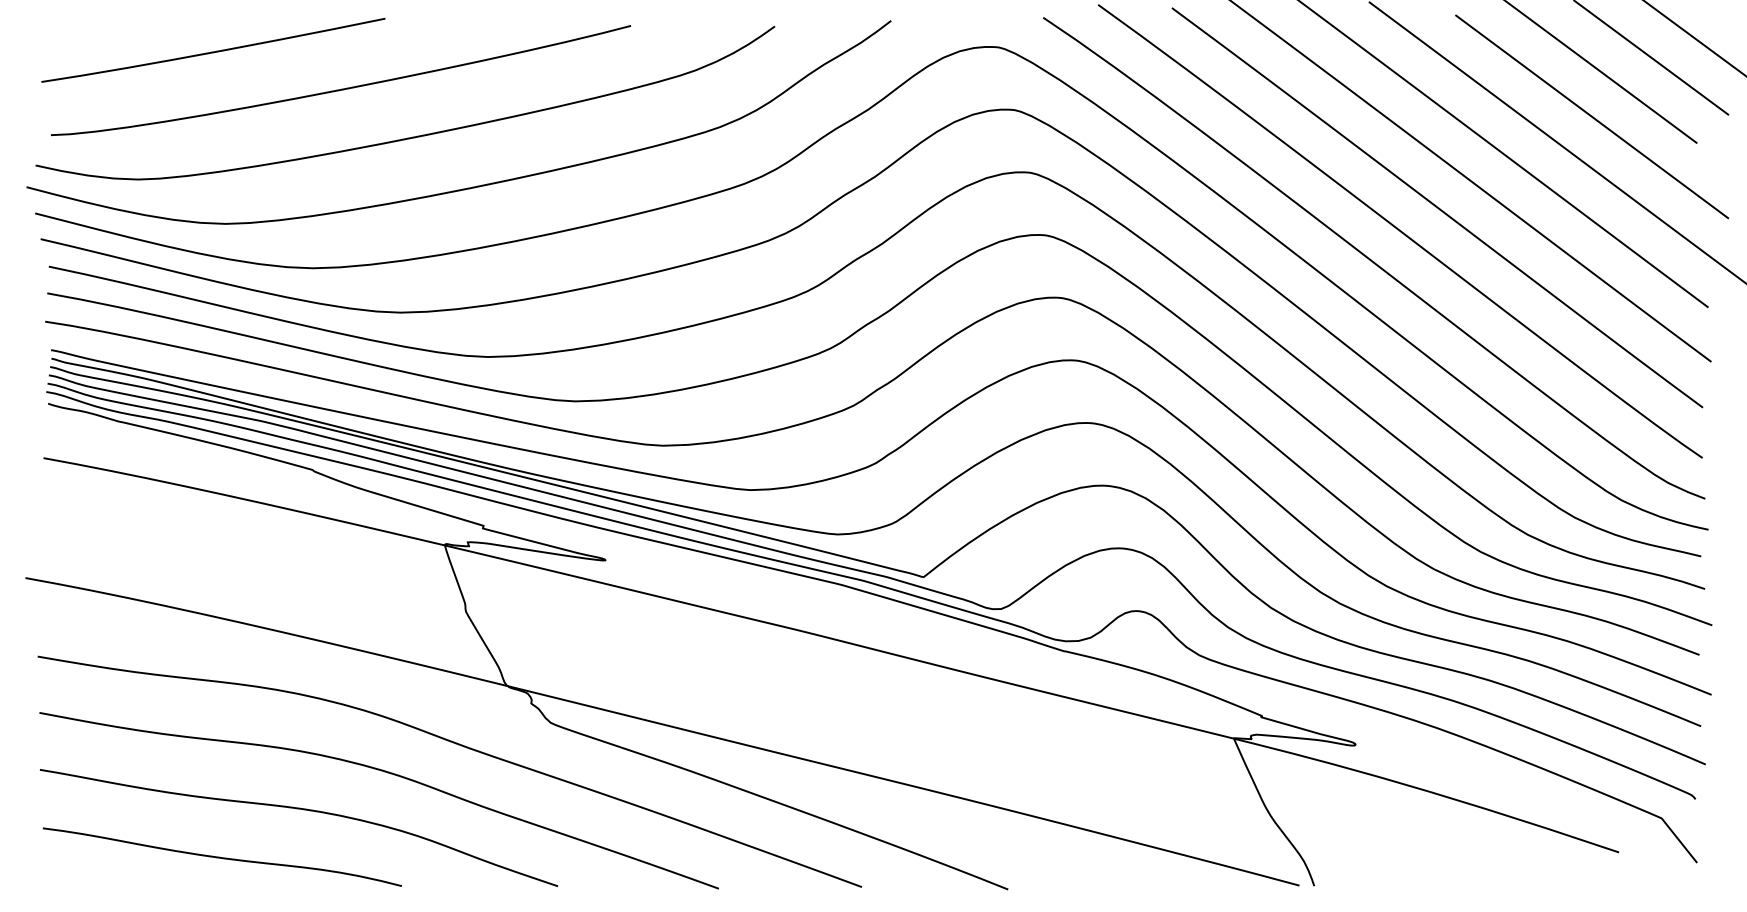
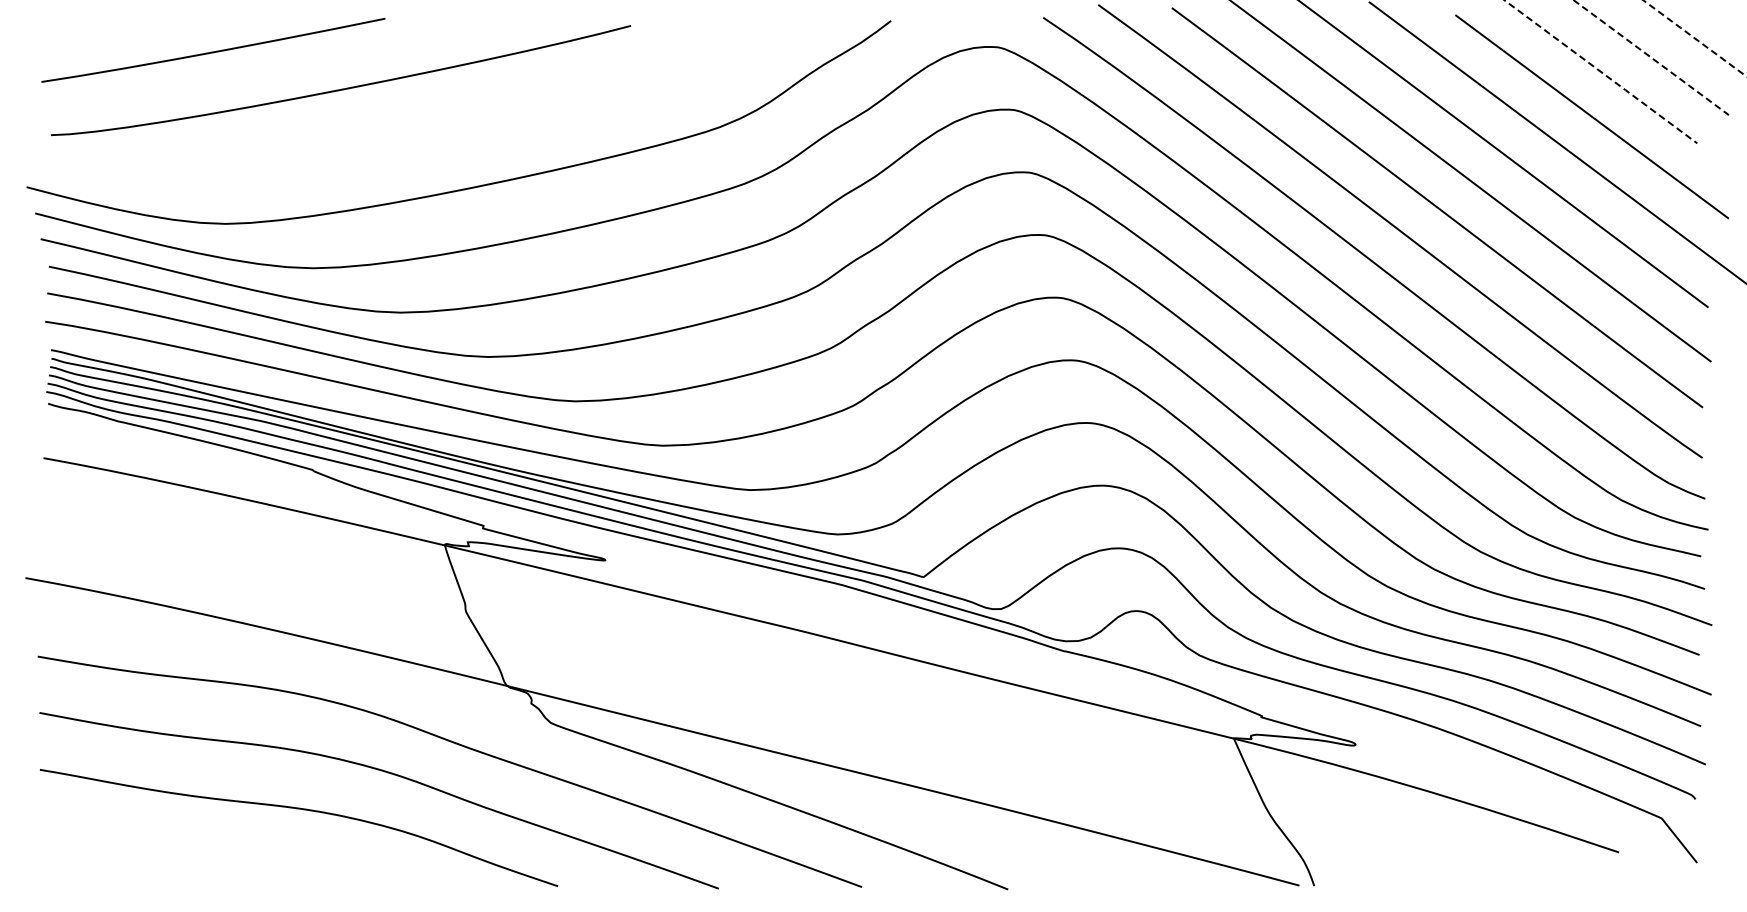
line at (1694, 38): solid -> dashed
line at (1652, 58): solid -> dashed
line at (1601, 72): solid -> dashed
curve at (412, 136): present -> none
curve at (221, 857): present -> none
